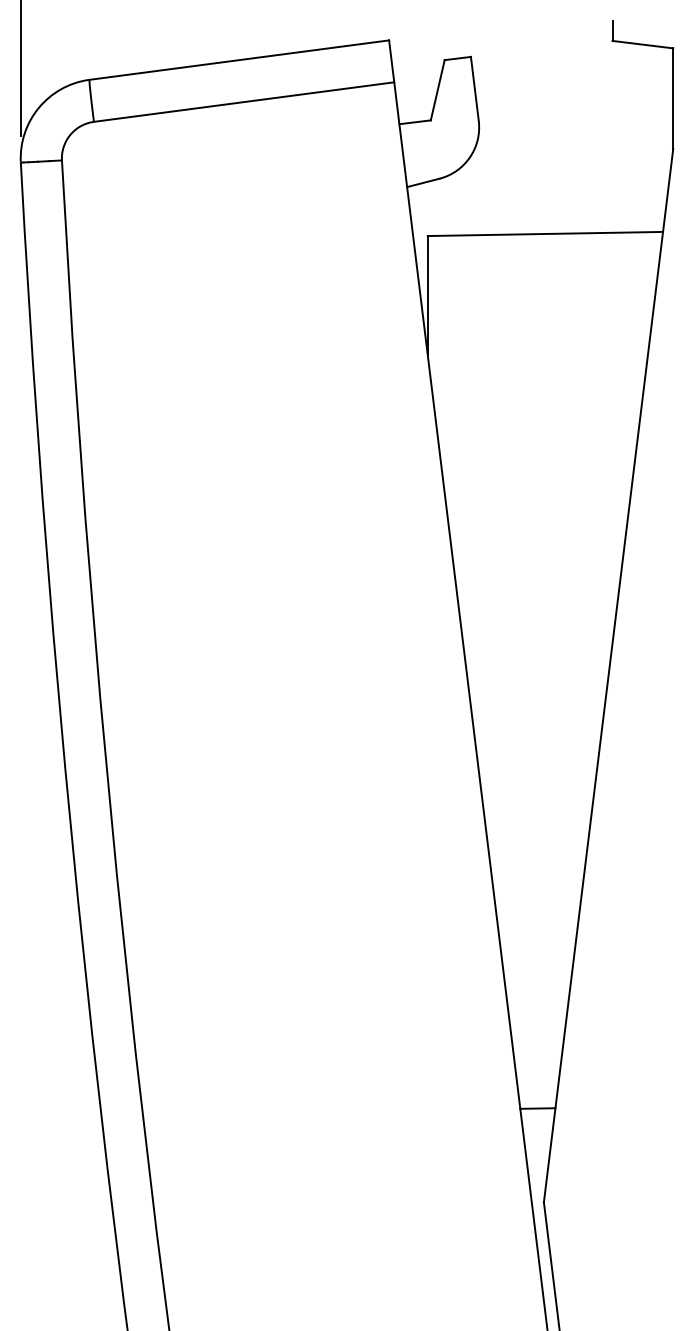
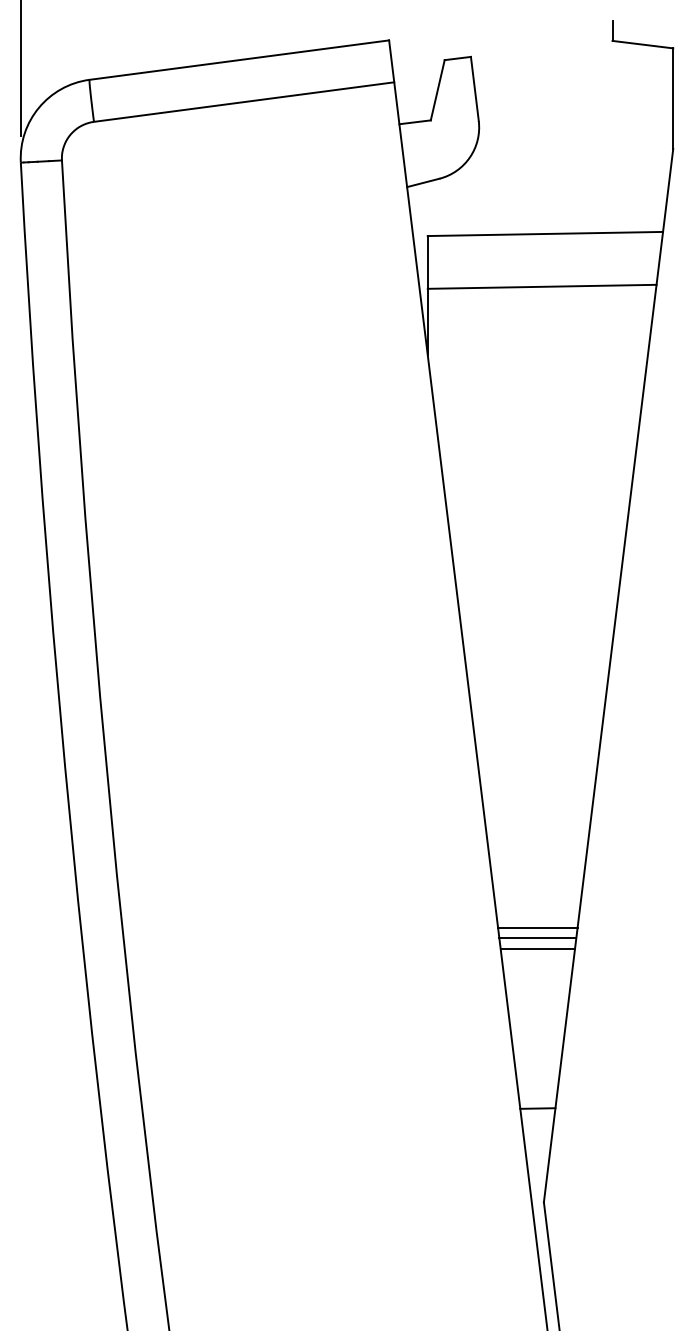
line at (541, 286): none -> present
line at (537, 927): none -> present
line at (537, 938): none -> present
line at (537, 948): none -> present
